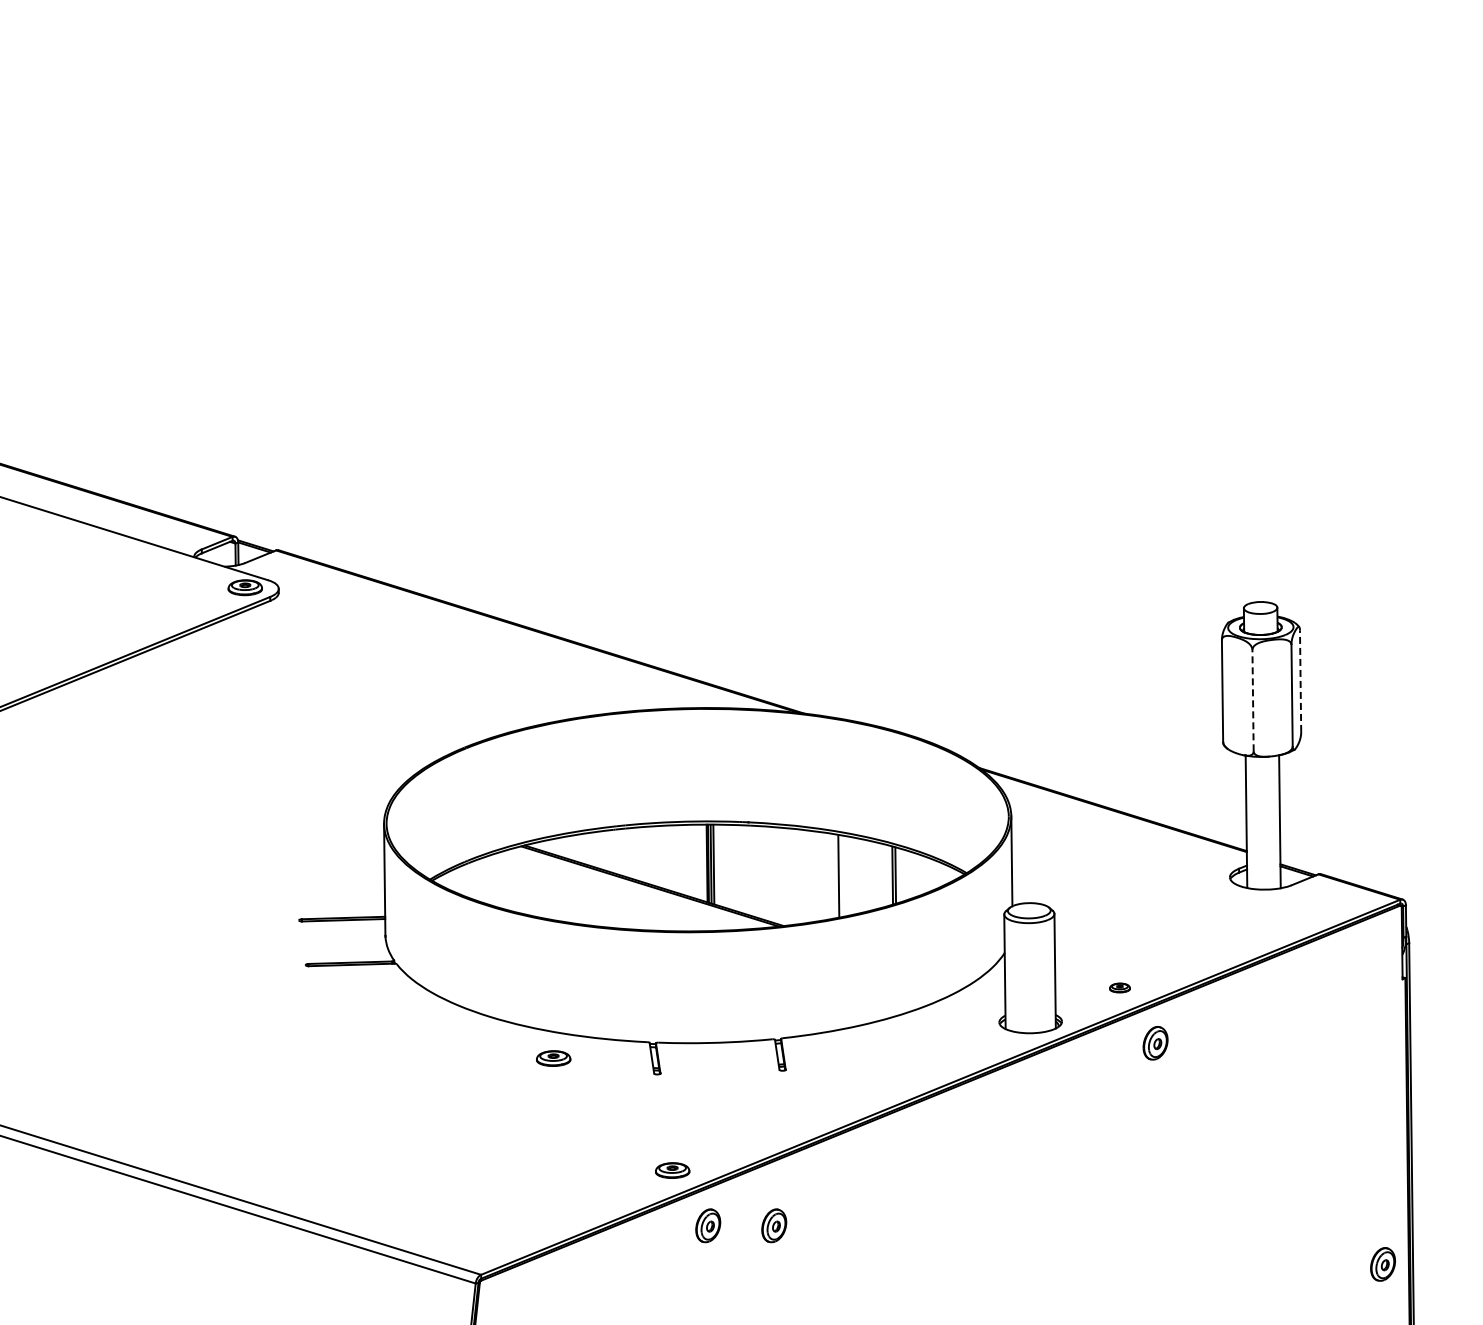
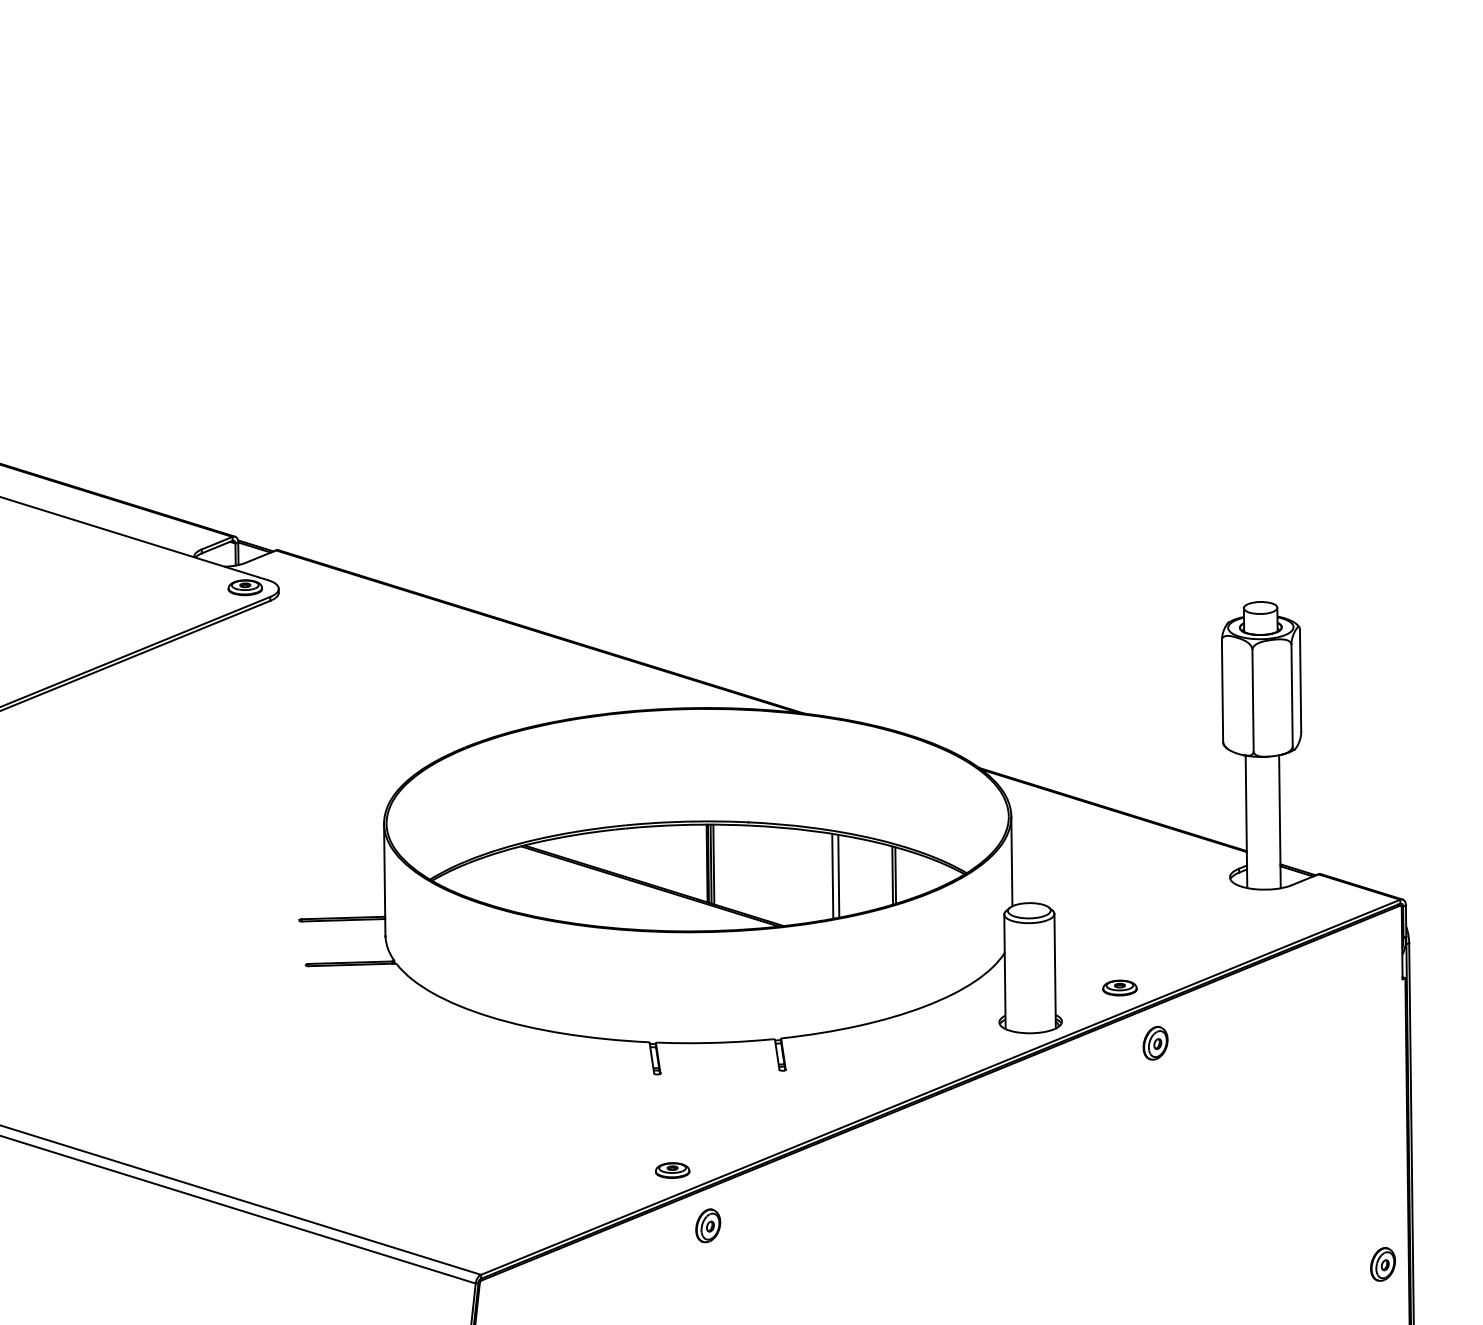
line at (1300, 681): dashed -> solid
line at (1253, 700): dashed -> solid
line at (832, 875): none -> present
part at (1119, 987) size: 22x12 px -> 36x18 px
part at (553, 1058): present -> none
part at (774, 1225): present -> none
